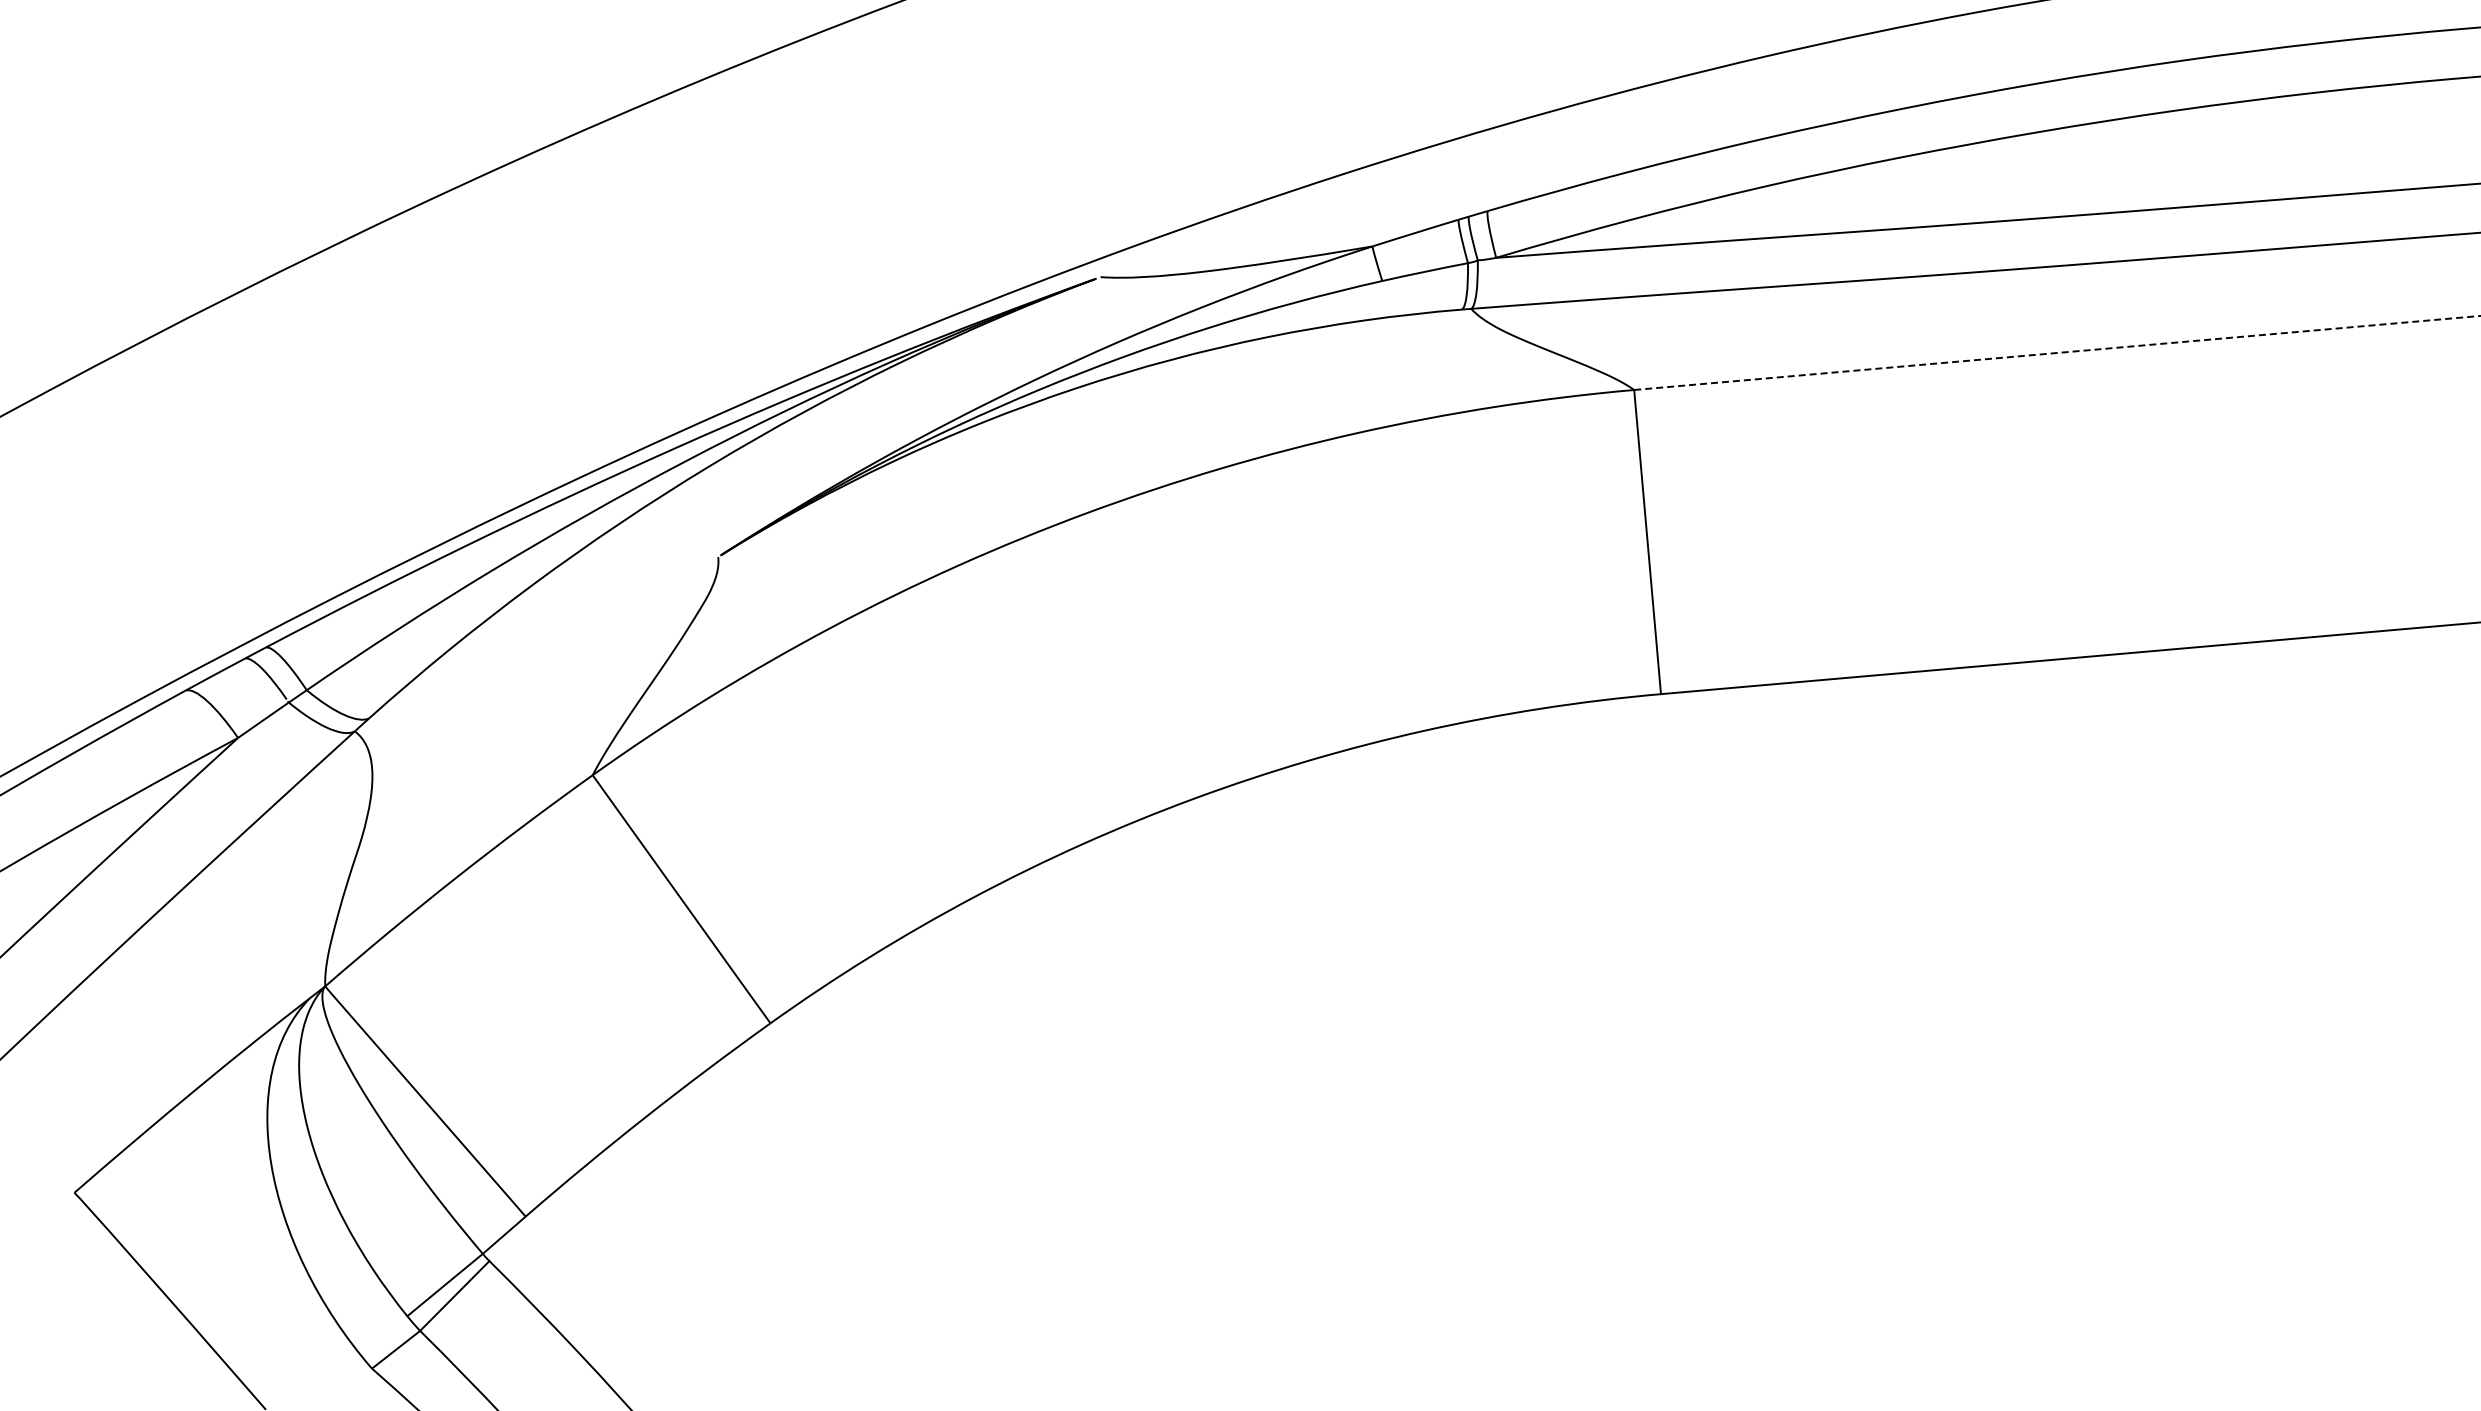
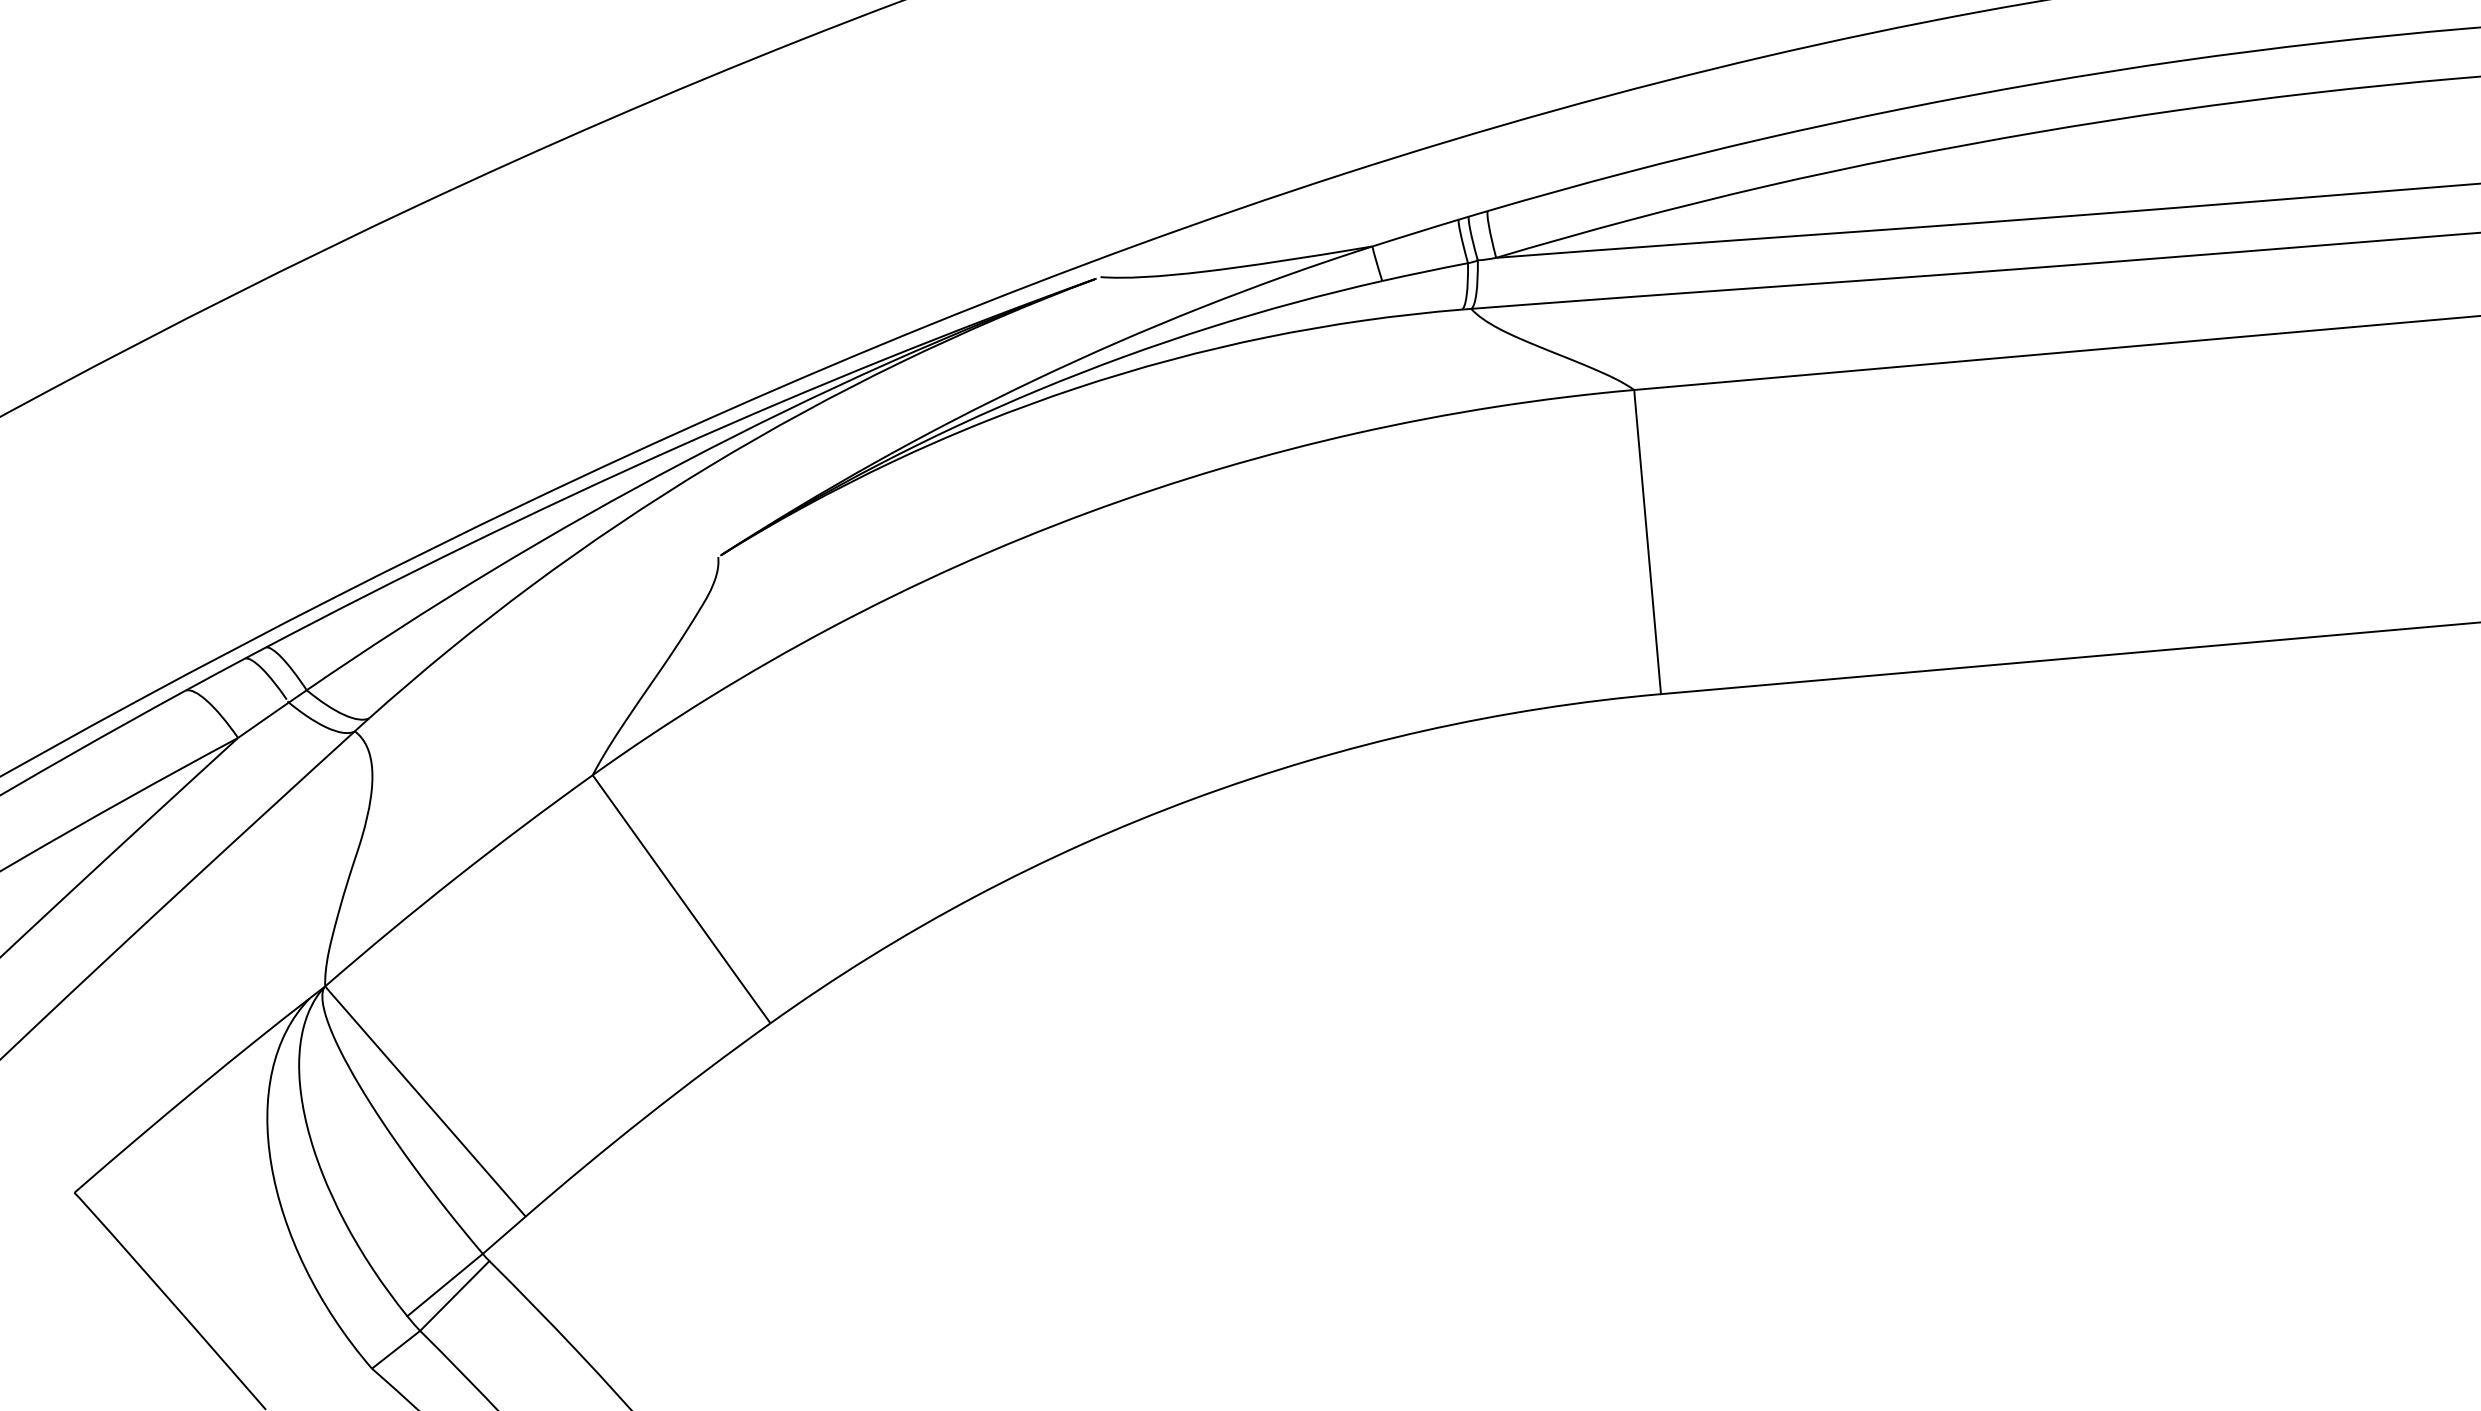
line at (2057, 352): dashed -> solid
